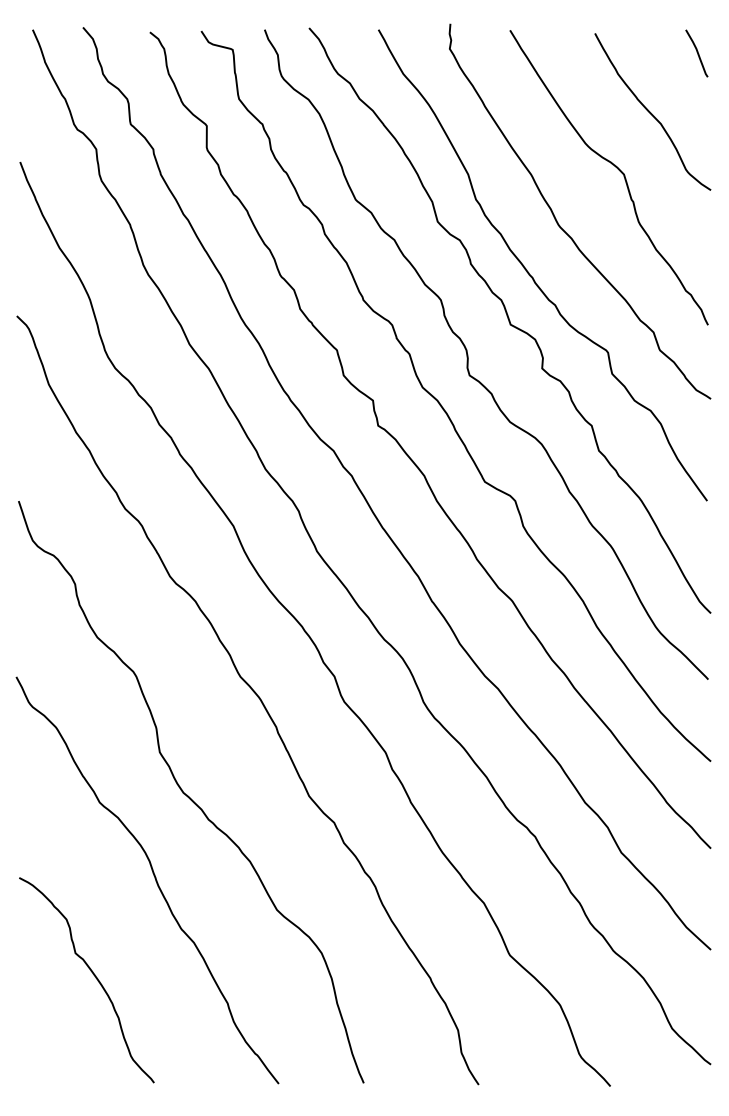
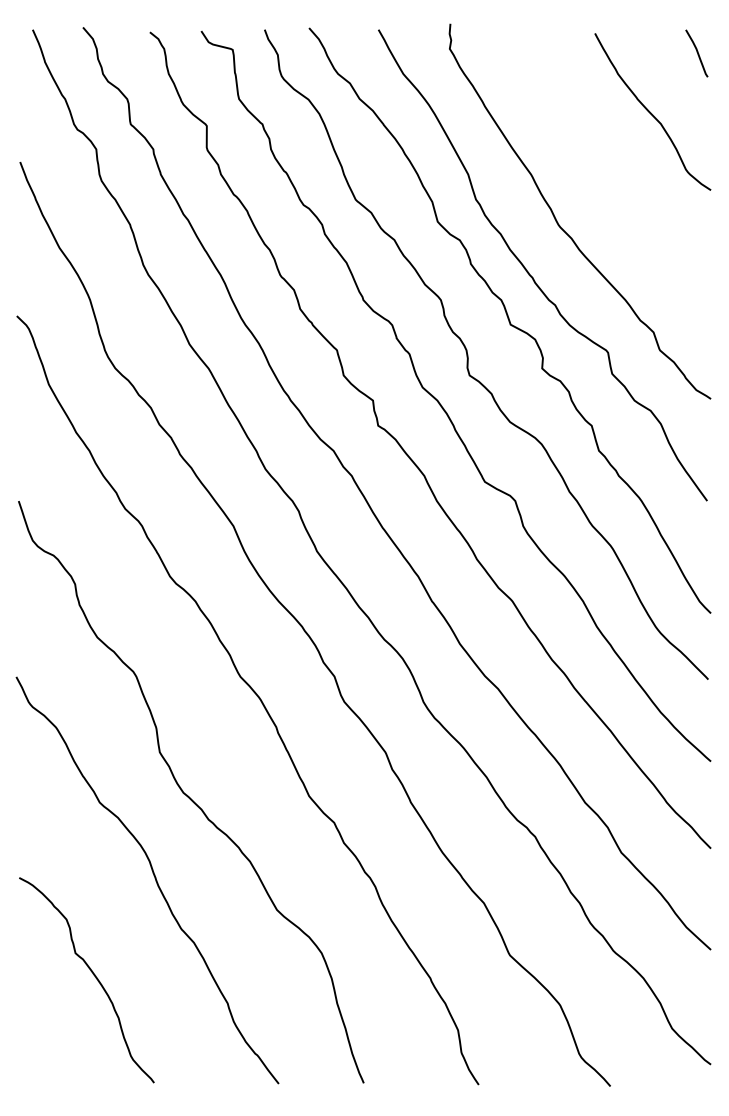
curve at (616, 168): present -> none
